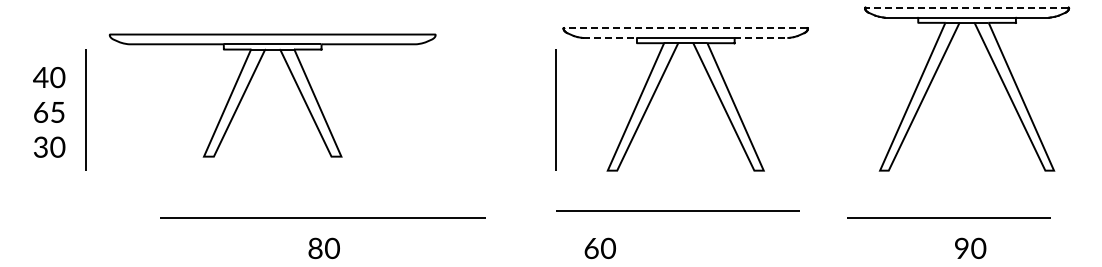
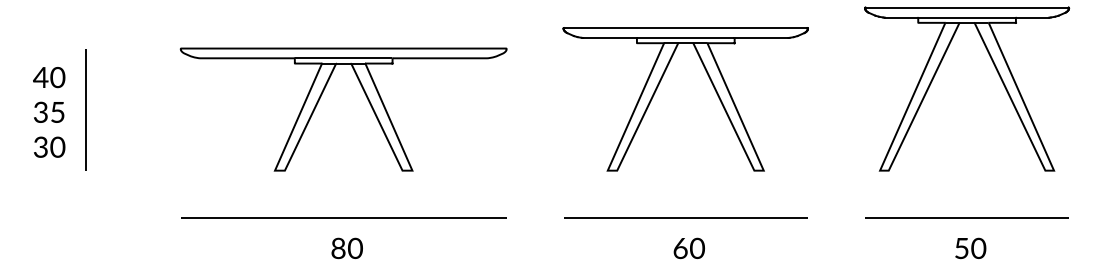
line at (966, 7): dashed -> solid
line at (685, 28): dashed -> solid
line at (610, 37): dashed -> solid
line at (761, 37): dashed -> solid
part at (248, 87) position: (248, 87) -> (319, 101)
line at (555, 109): present -> none
text at (41, 111): 65 -> 35
line at (677, 210) position: (677, 210) -> (685, 217)
line at (322, 217) position: (322, 217) -> (343, 217)
line at (948, 217) position: (948, 217) -> (966, 217)
text at (323, 248) position: (323, 248) -> (346, 248)
text at (599, 248) position: (599, 248) -> (688, 248)
text at (961, 248): 90 -> 50
